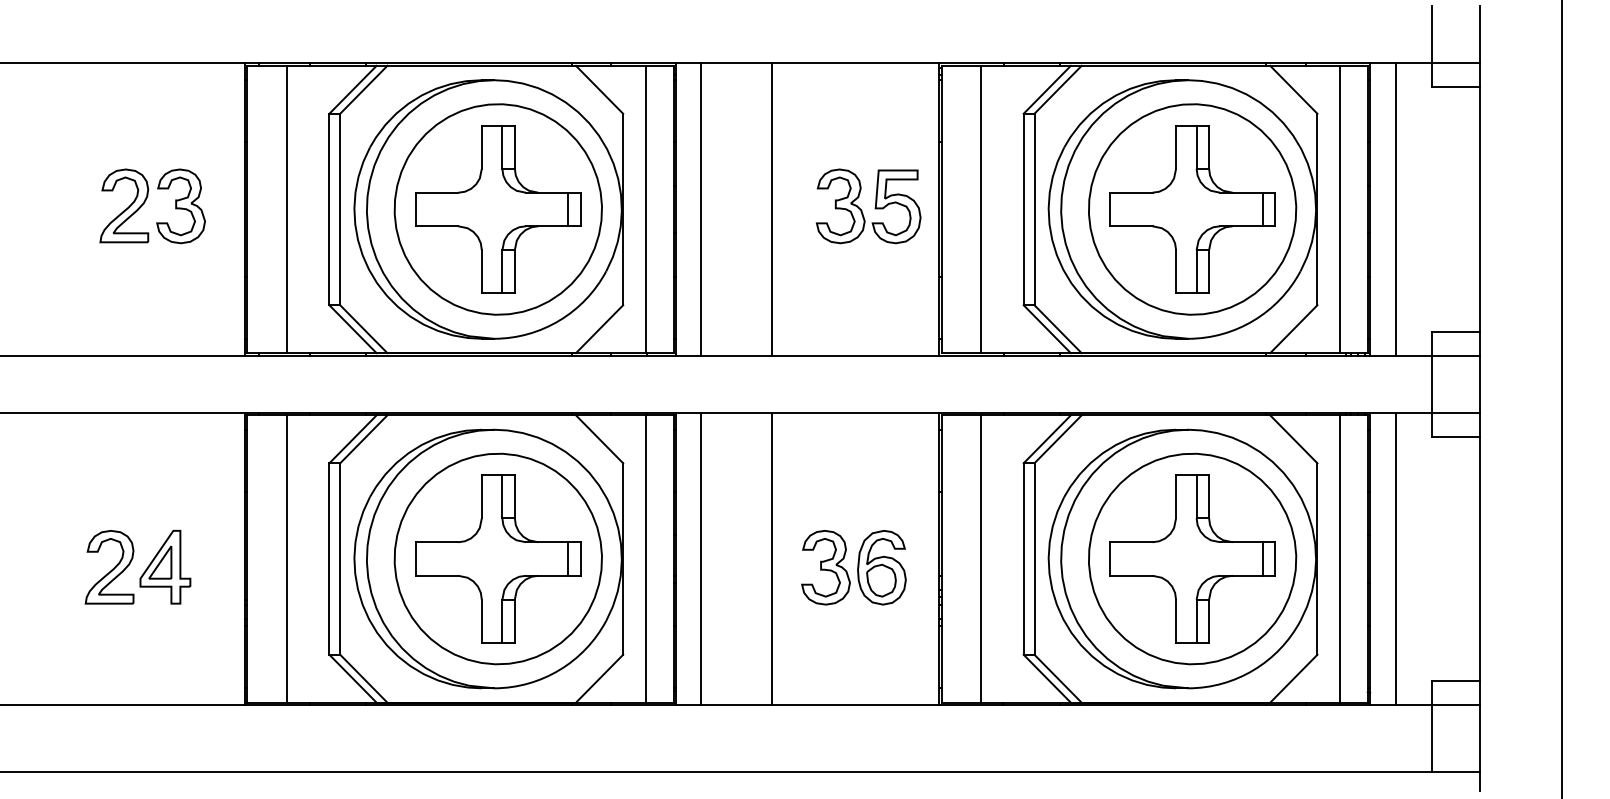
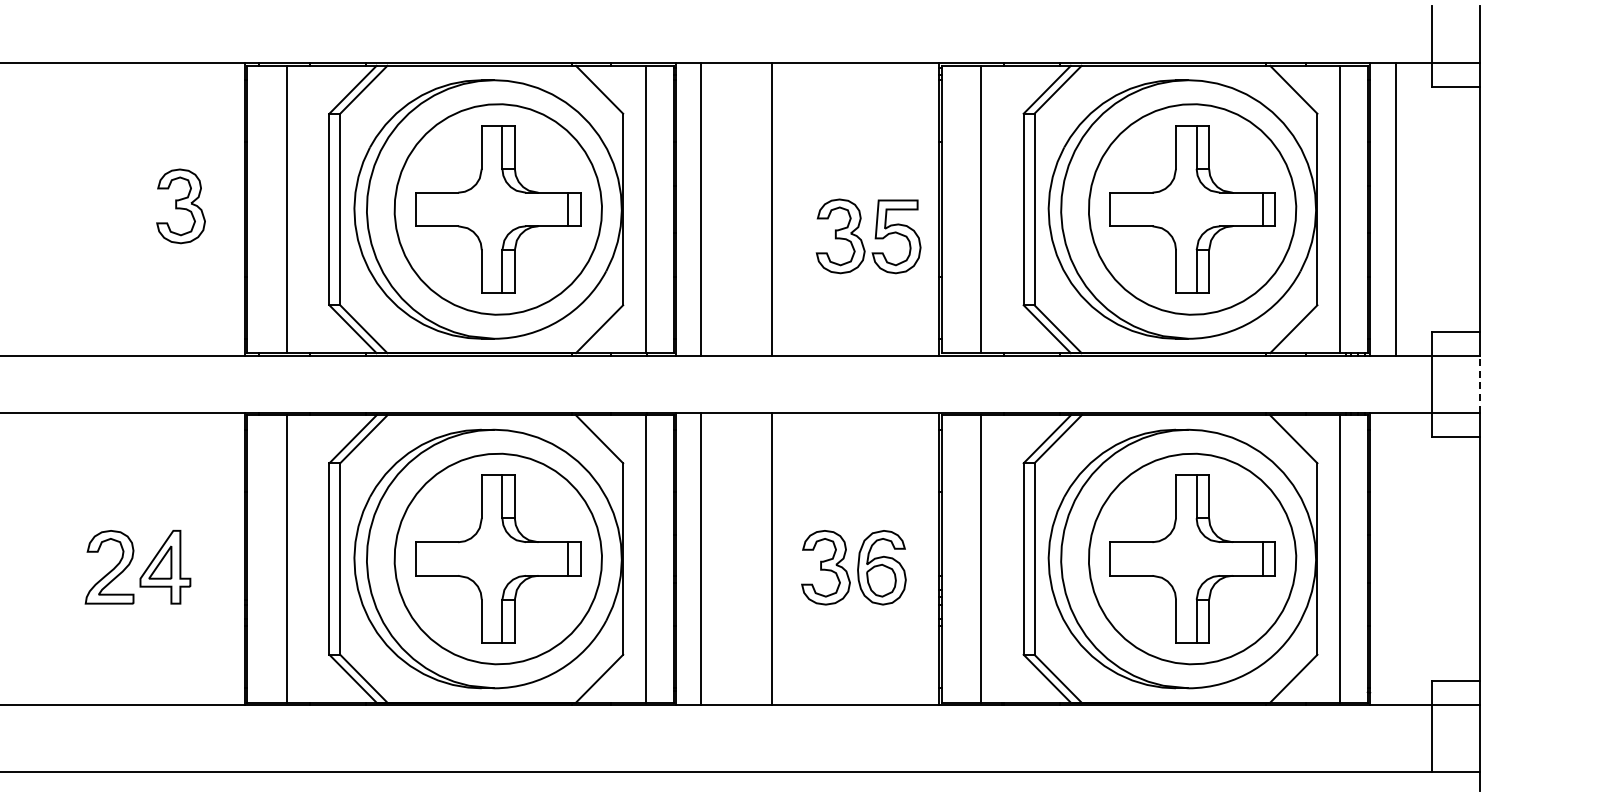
part at (124, 205): present -> none
part at (874, 207) position: (874, 207) -> (874, 237)
line at (1480, 384): solid -> dashed
line at (1561, 398): present -> none
line at (1395, 558): present -> none
